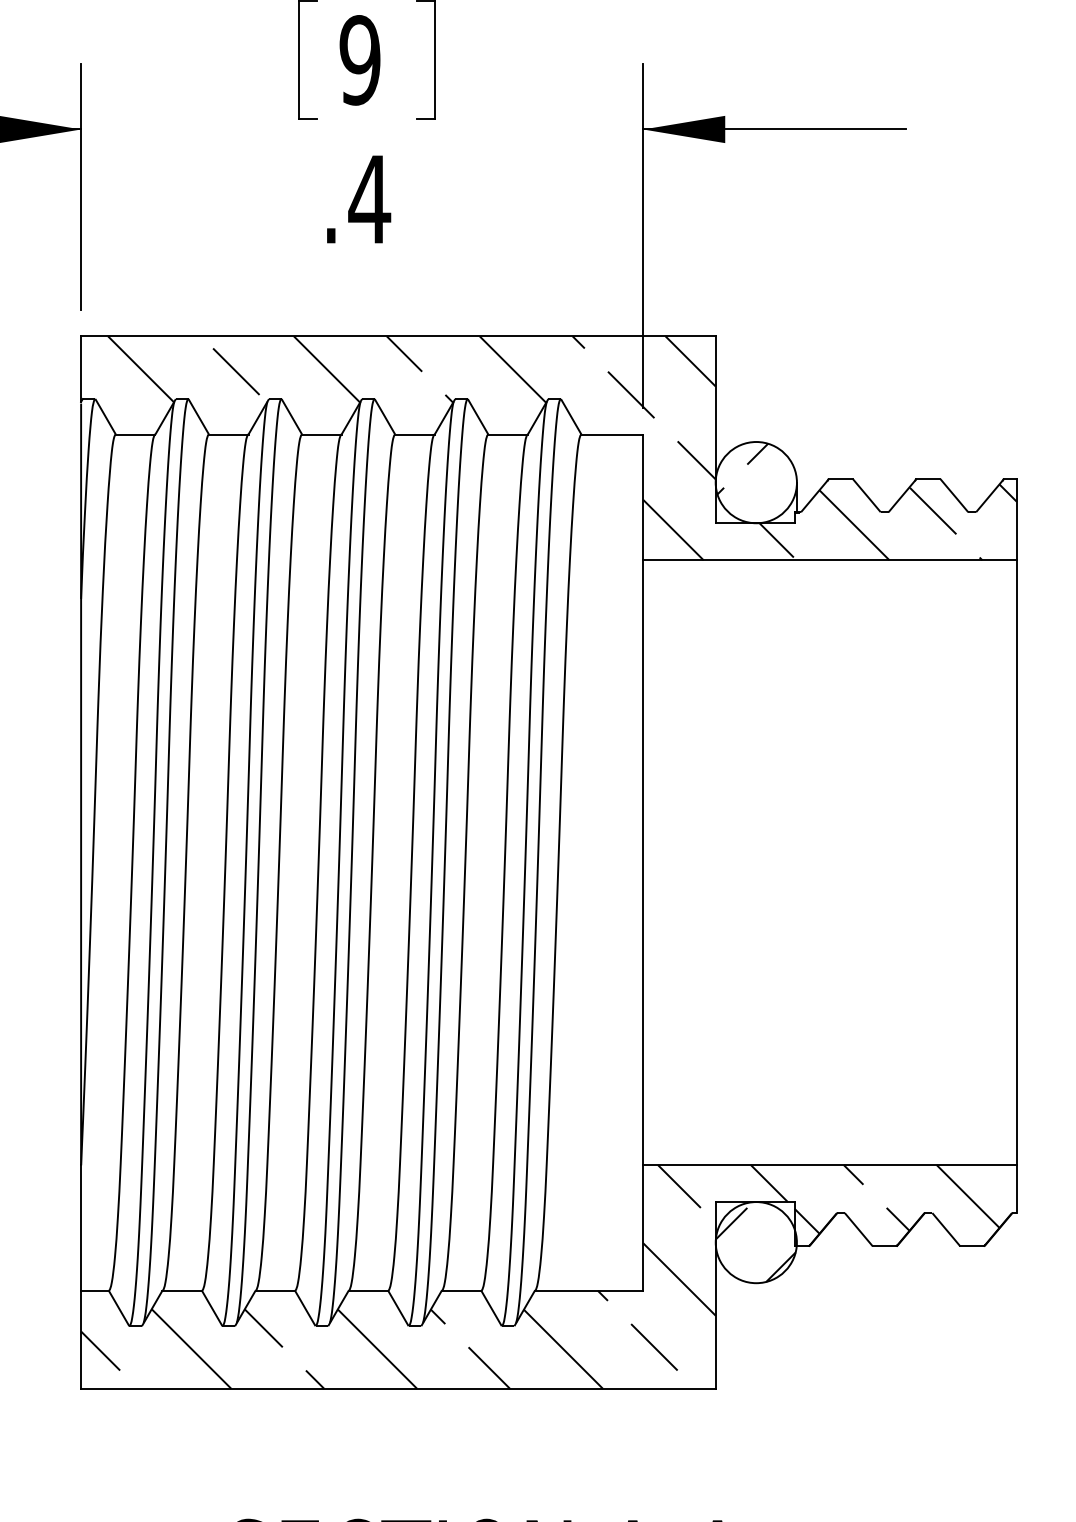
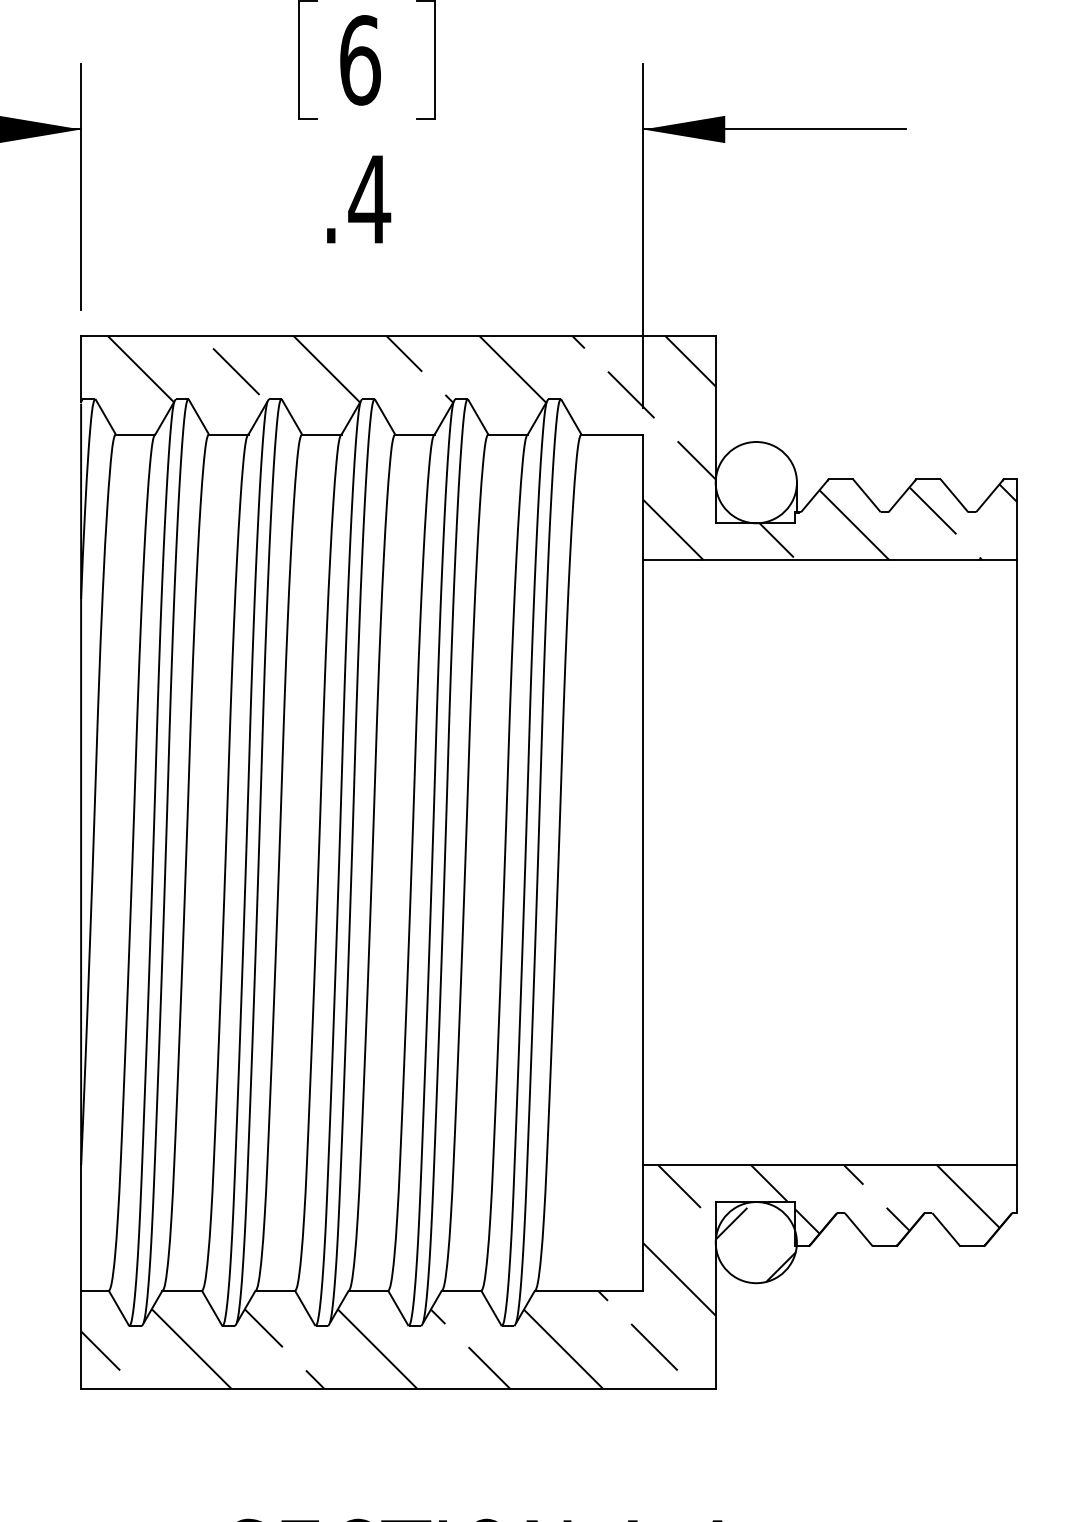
text at (359, 60): 9 -> 6
hatch at (742, 468): present -> none
